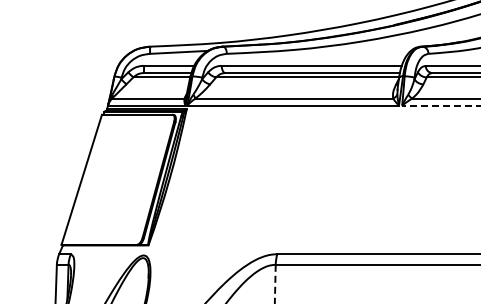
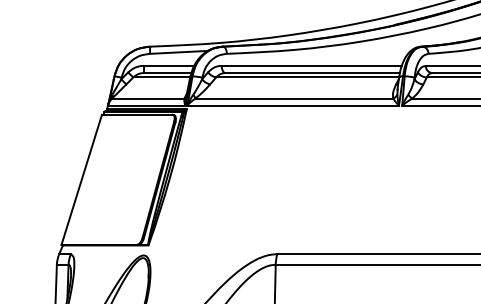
line at (441, 105): dashed -> solid
line at (275, 284): dashed -> solid
